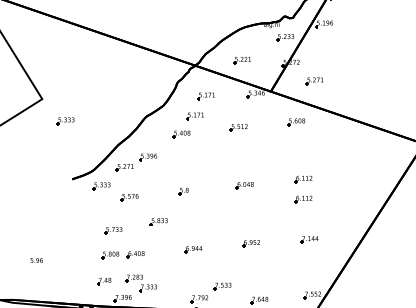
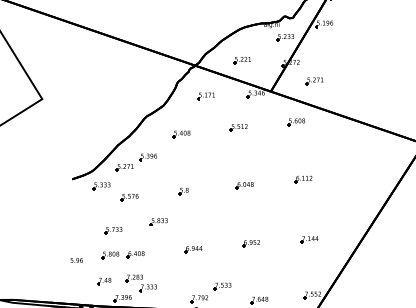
part at (194, 116): present -> none
part at (65, 121): present -> none
part at (303, 199): present -> none
text at (36, 260) position: (36, 260) -> (76, 260)
